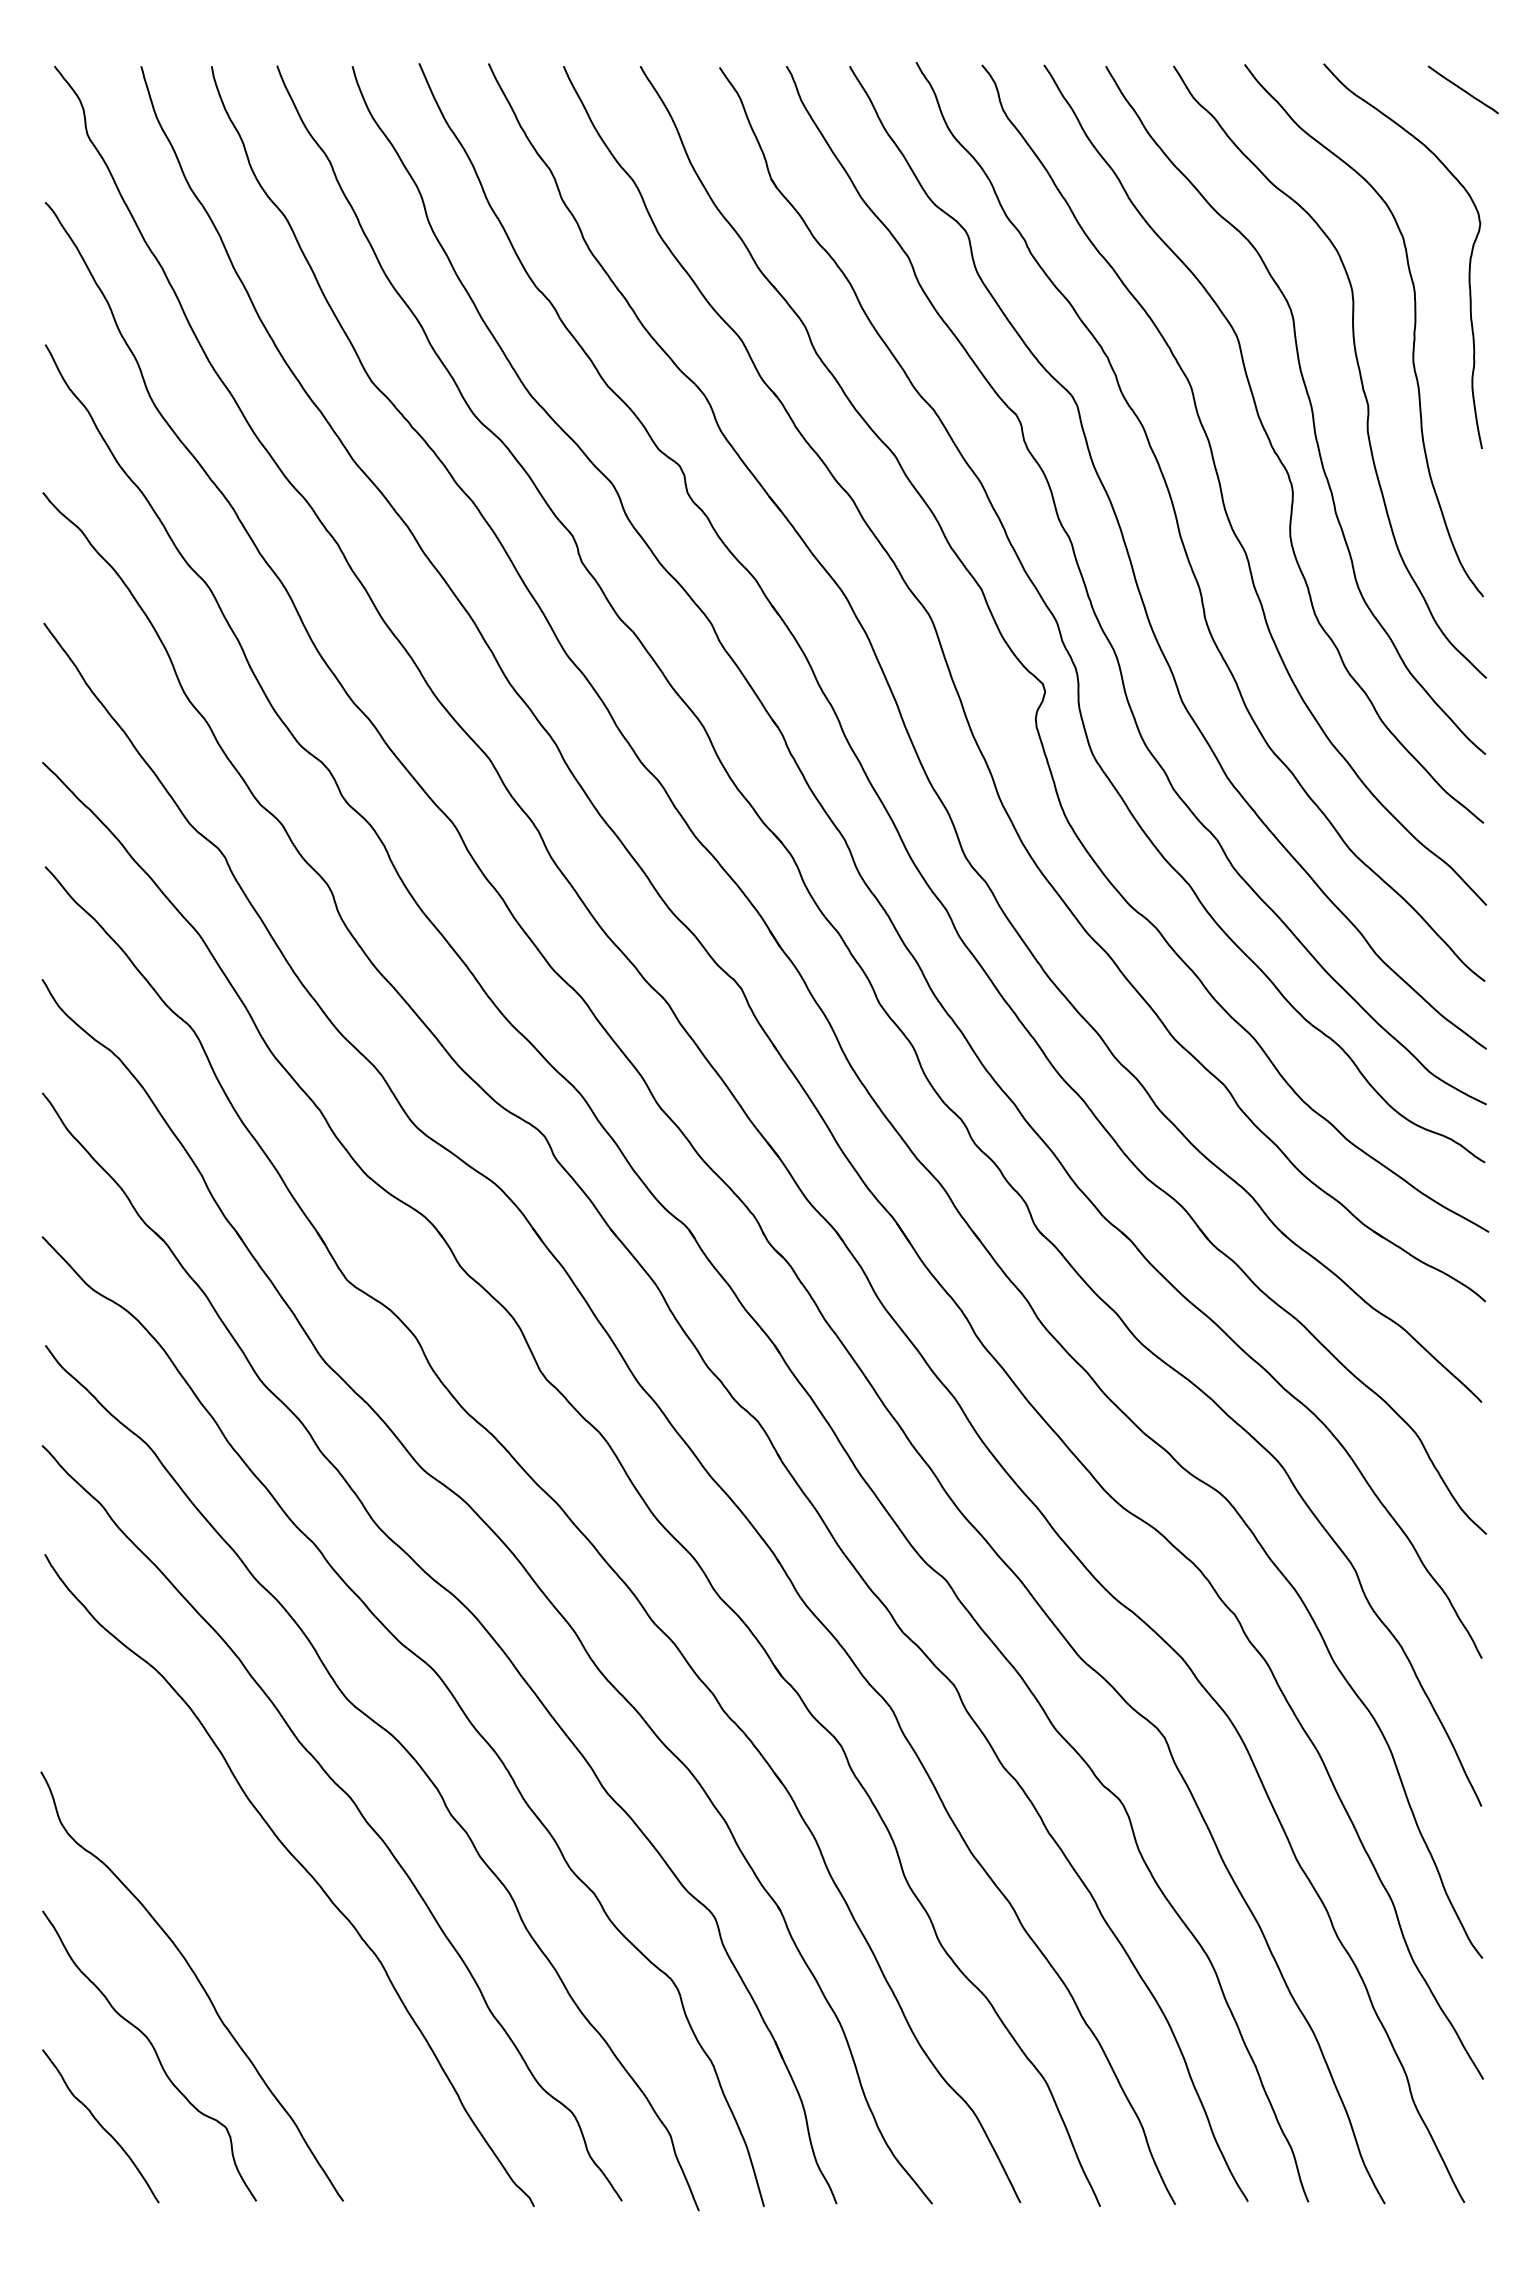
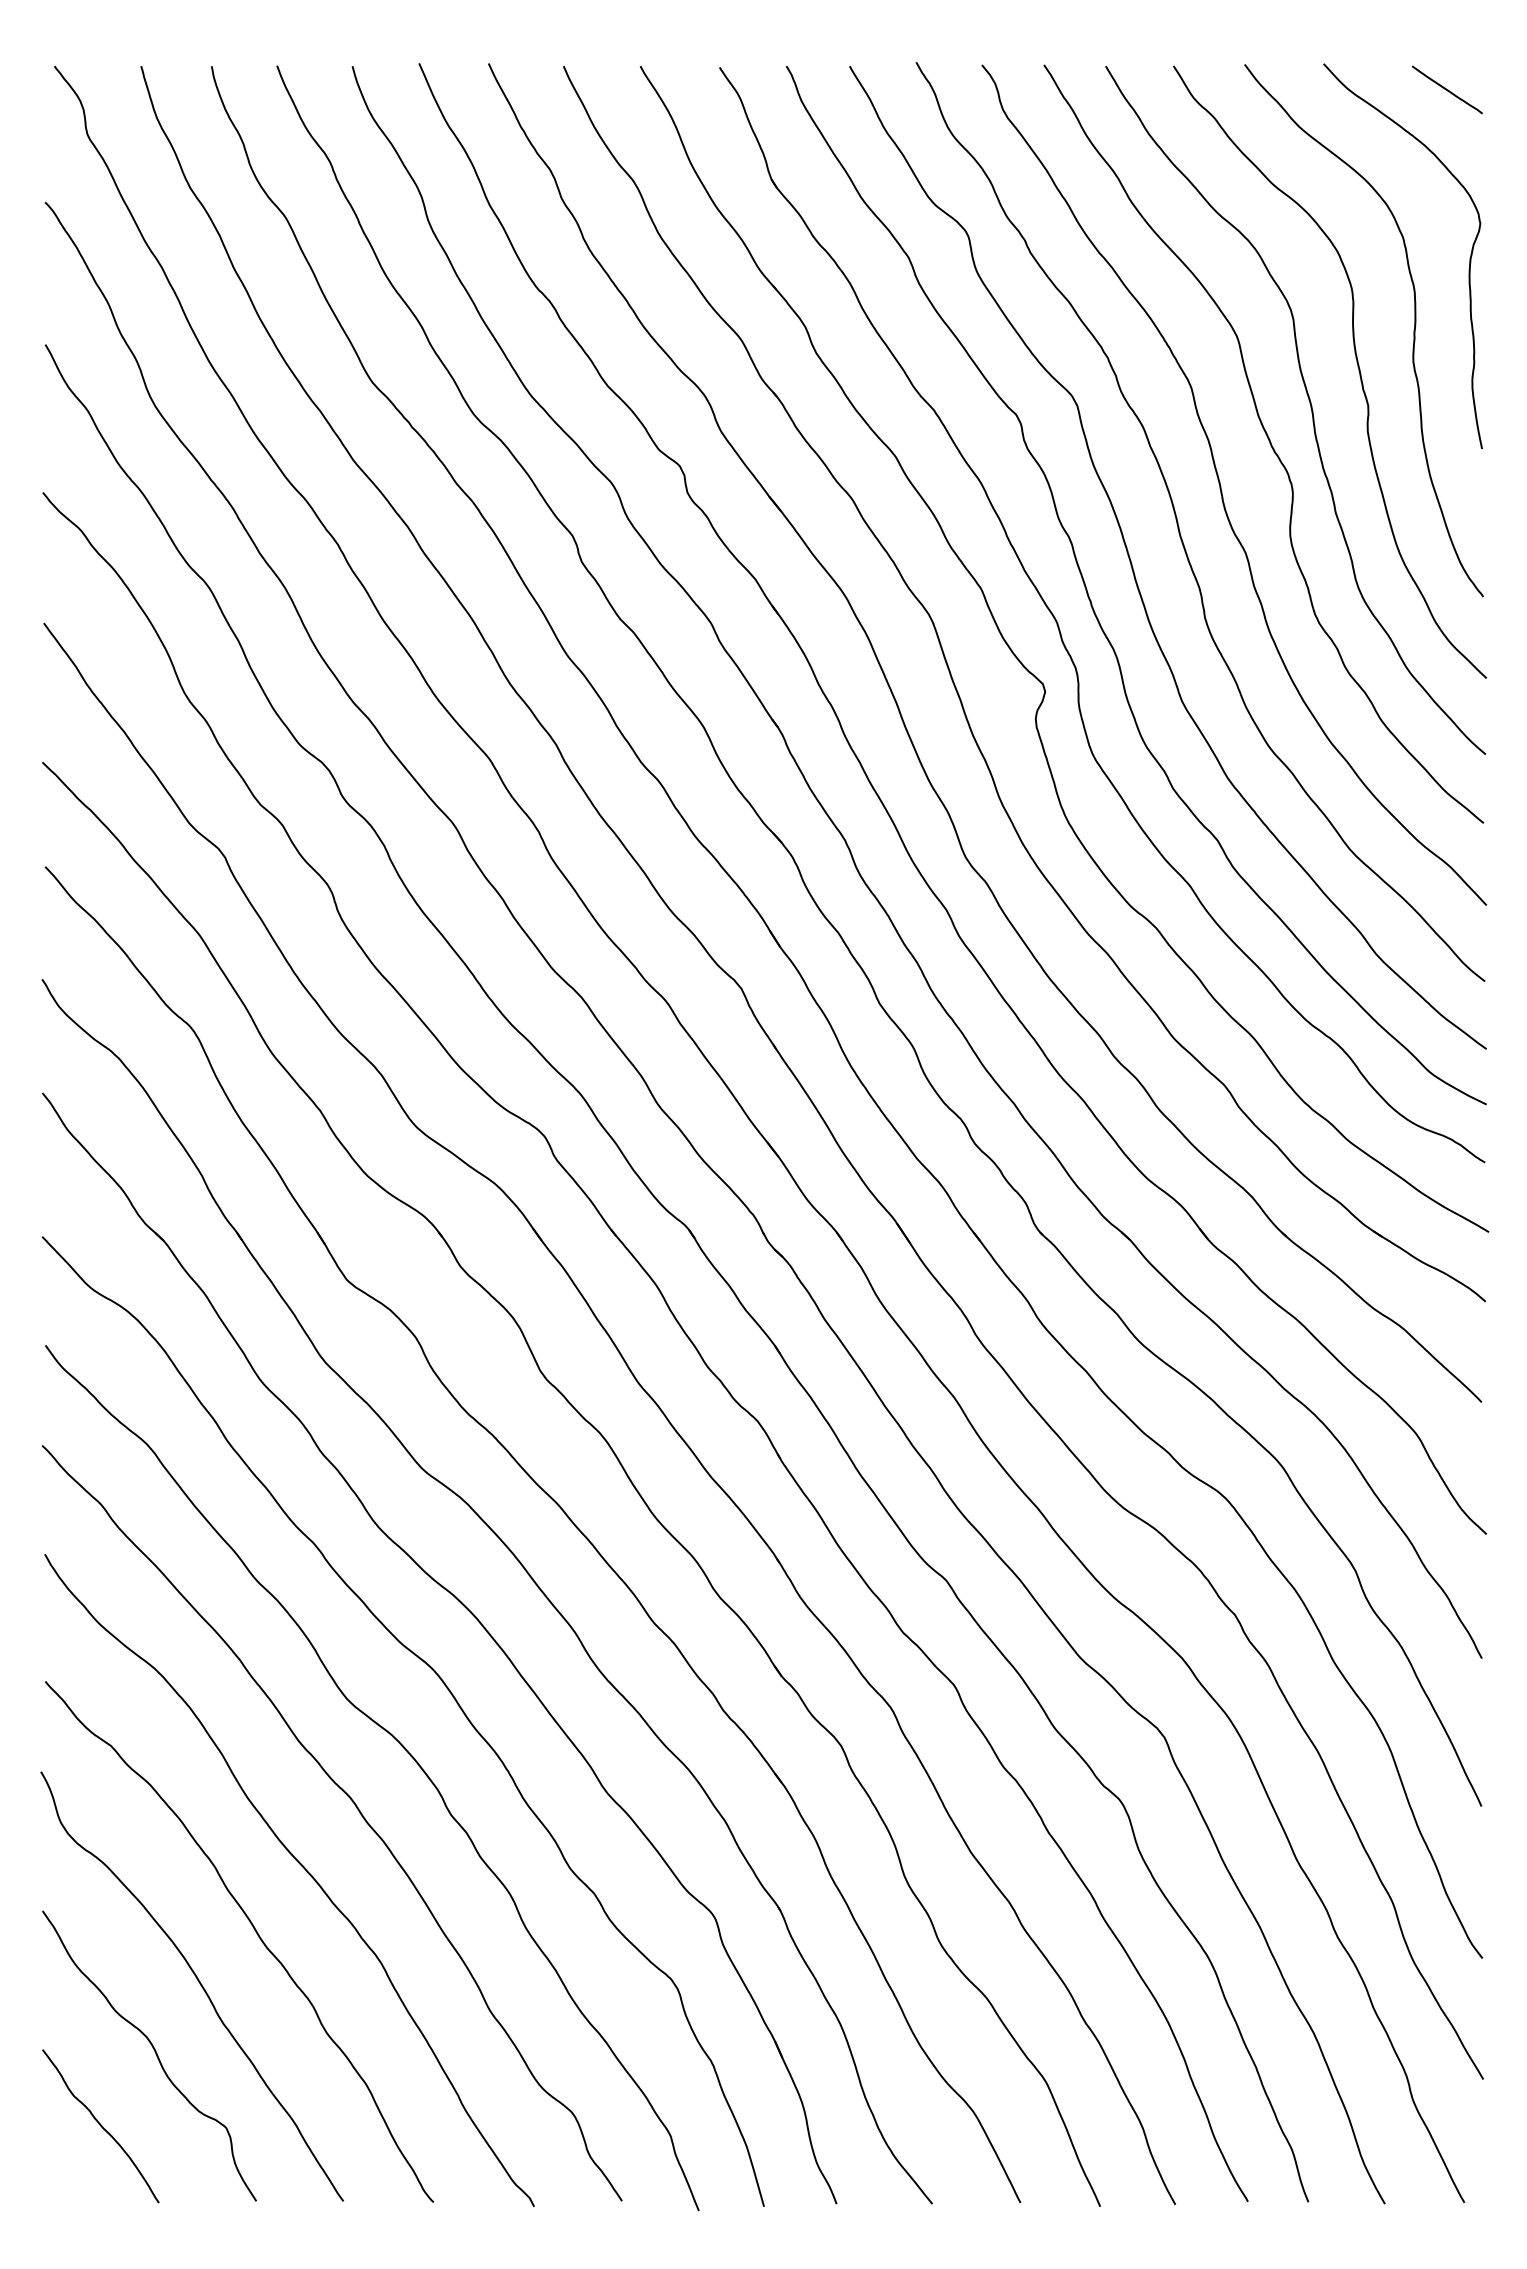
line at (1462, 89) position: (1462, 89) -> (1446, 89)
curve at (255, 1932): none -> present
